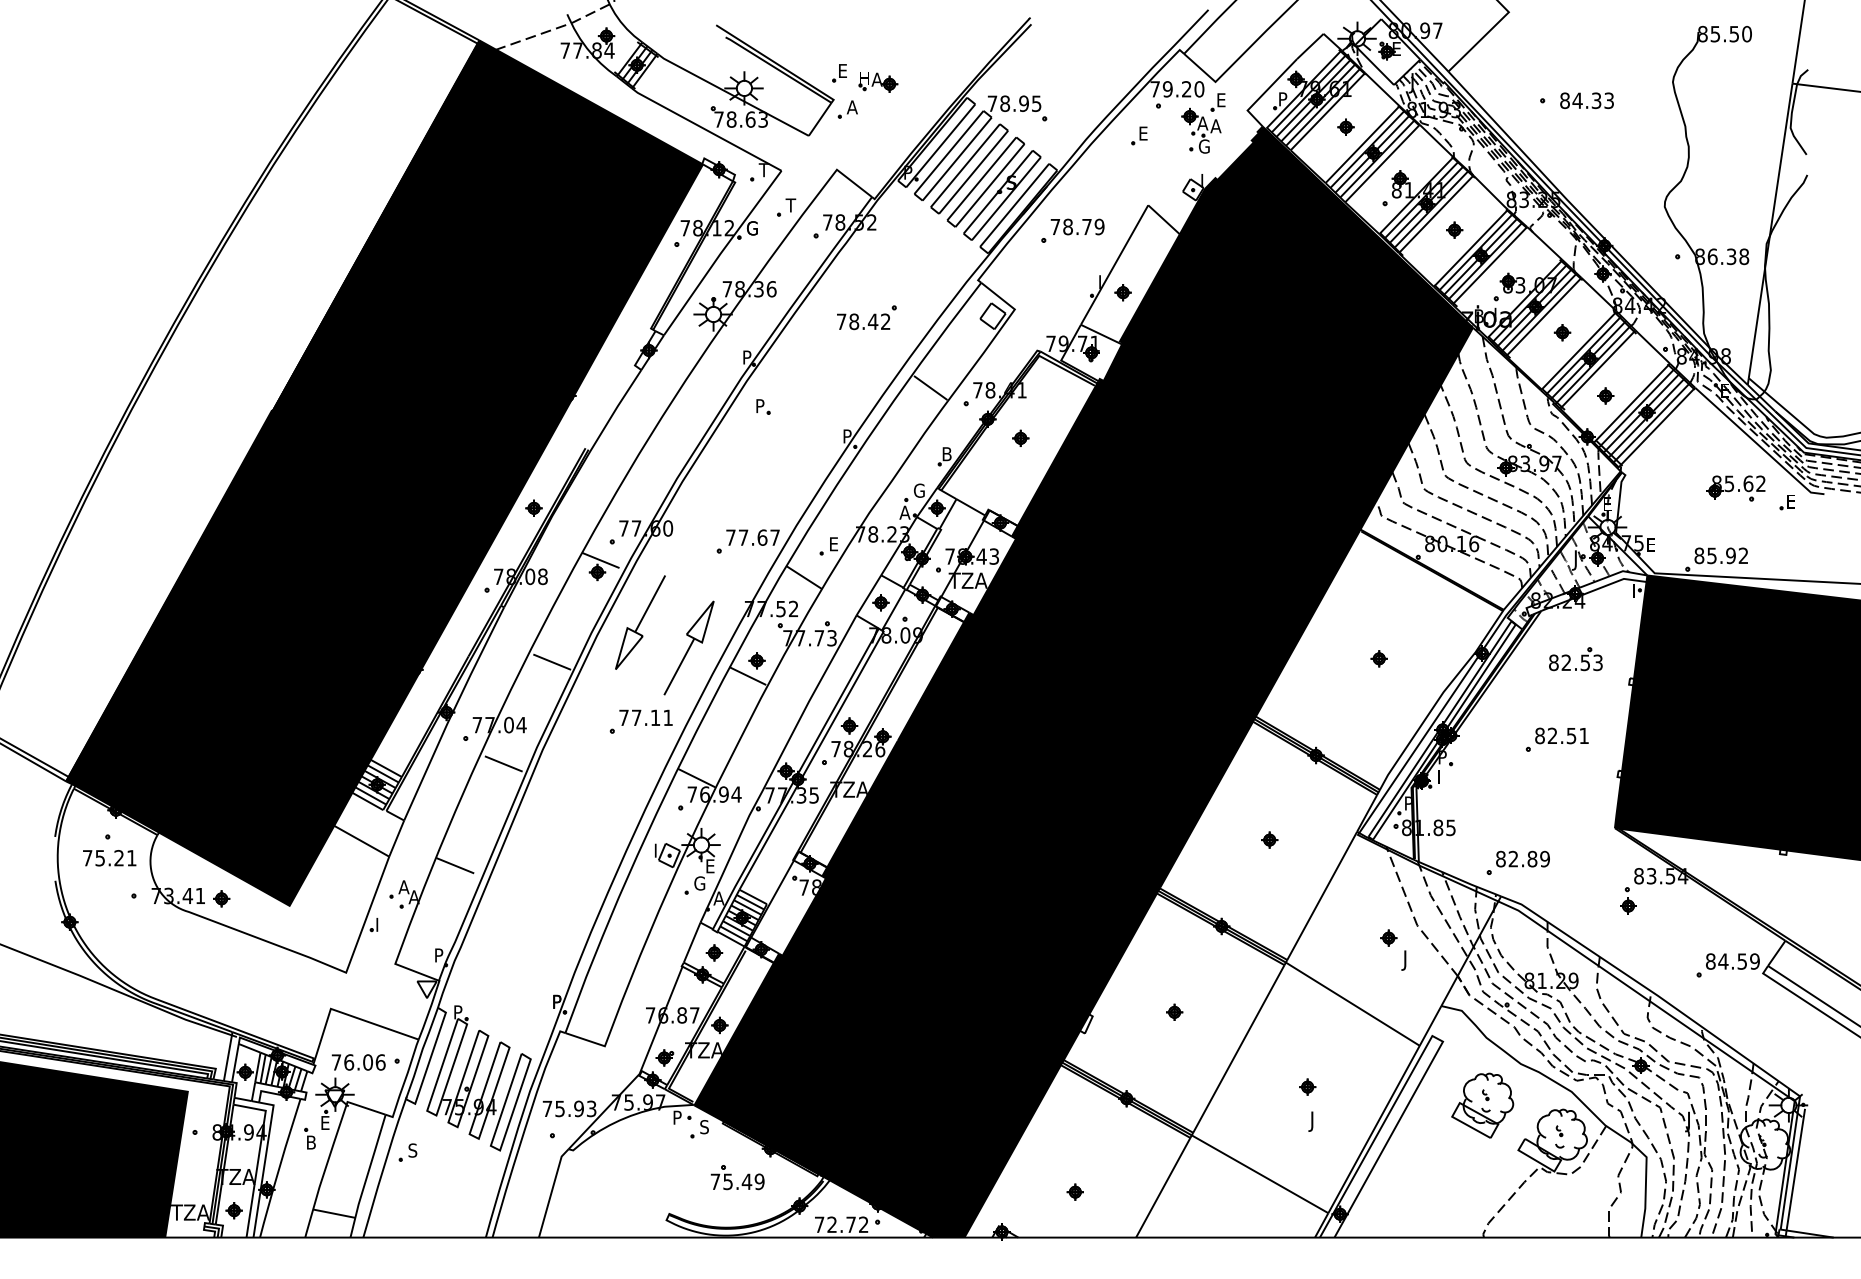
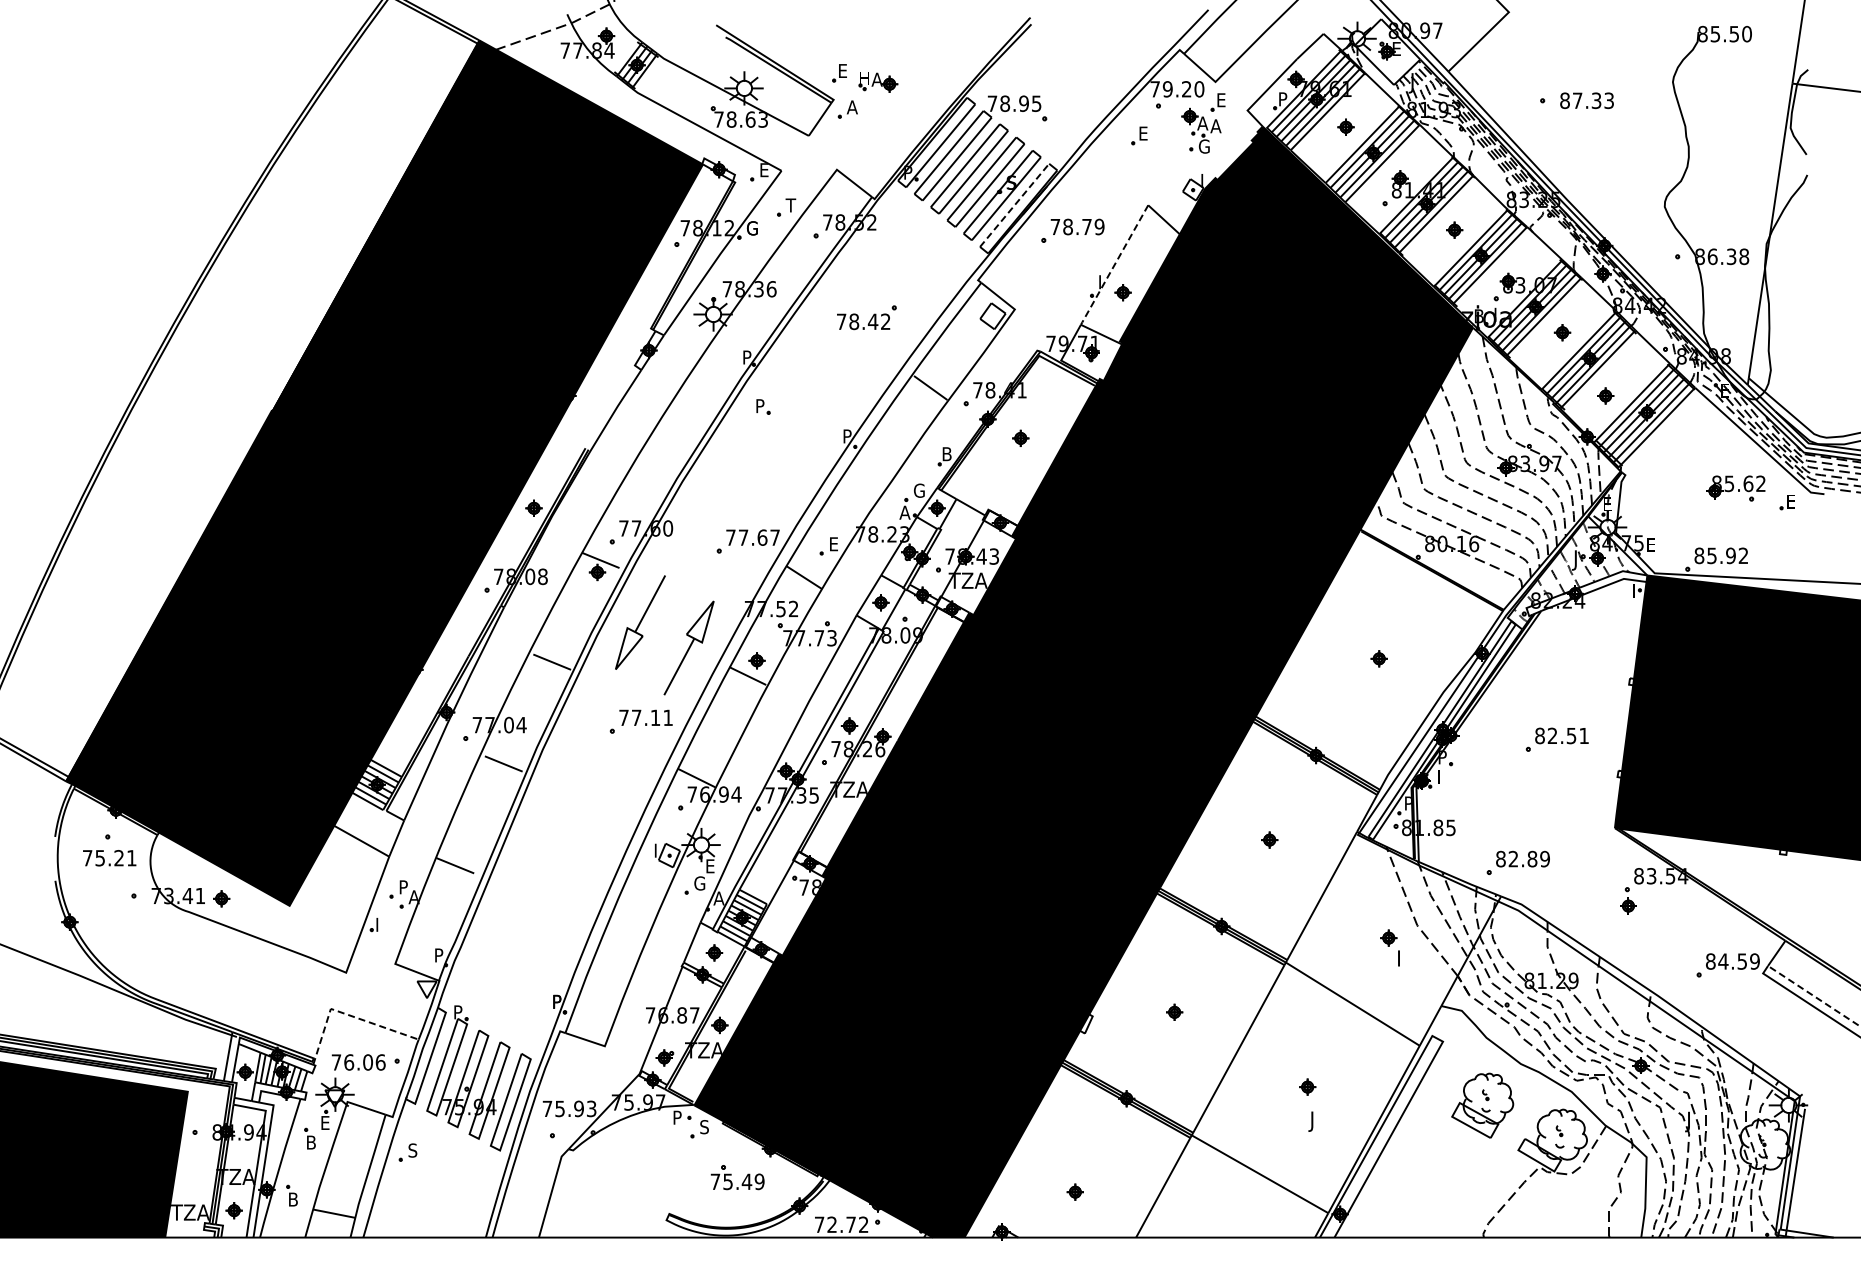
text at (1577, 100): 84.33 -> 87.33
text at (763, 170): T -> E
line at (1014, 204): solid -> dashed
line at (1114, 266): solid -> dashed
part at (1575, 659): present -> none
text at (403, 887): A -> P
text at (1402, 960): J -> I
line at (1813, 996): solid -> dashed
line at (346, 1014): solid -> dashed
part at (291, 1195): none -> present
